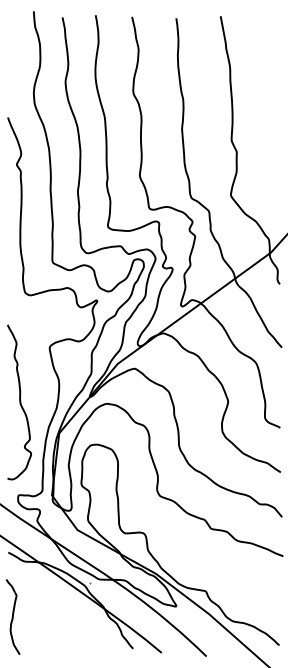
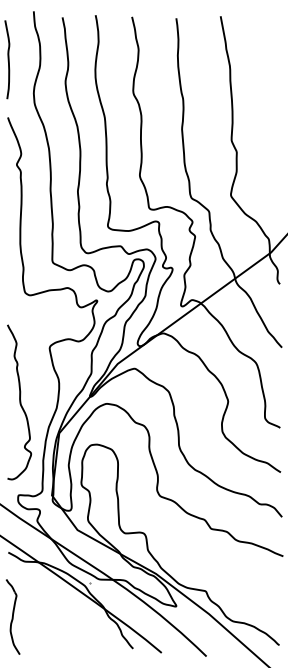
curve at (7, 59): none -> present
